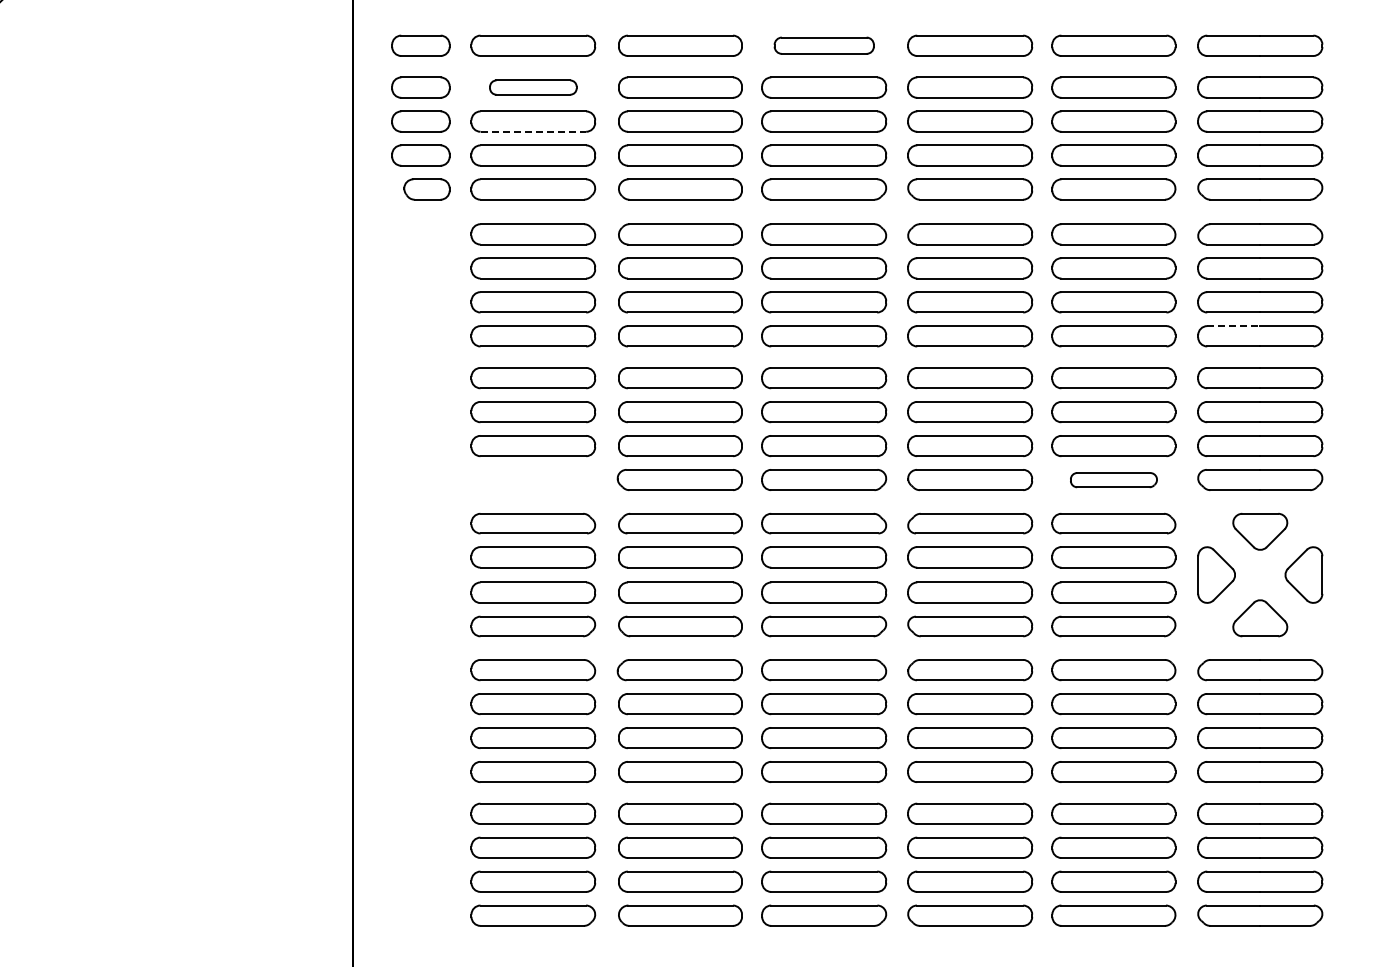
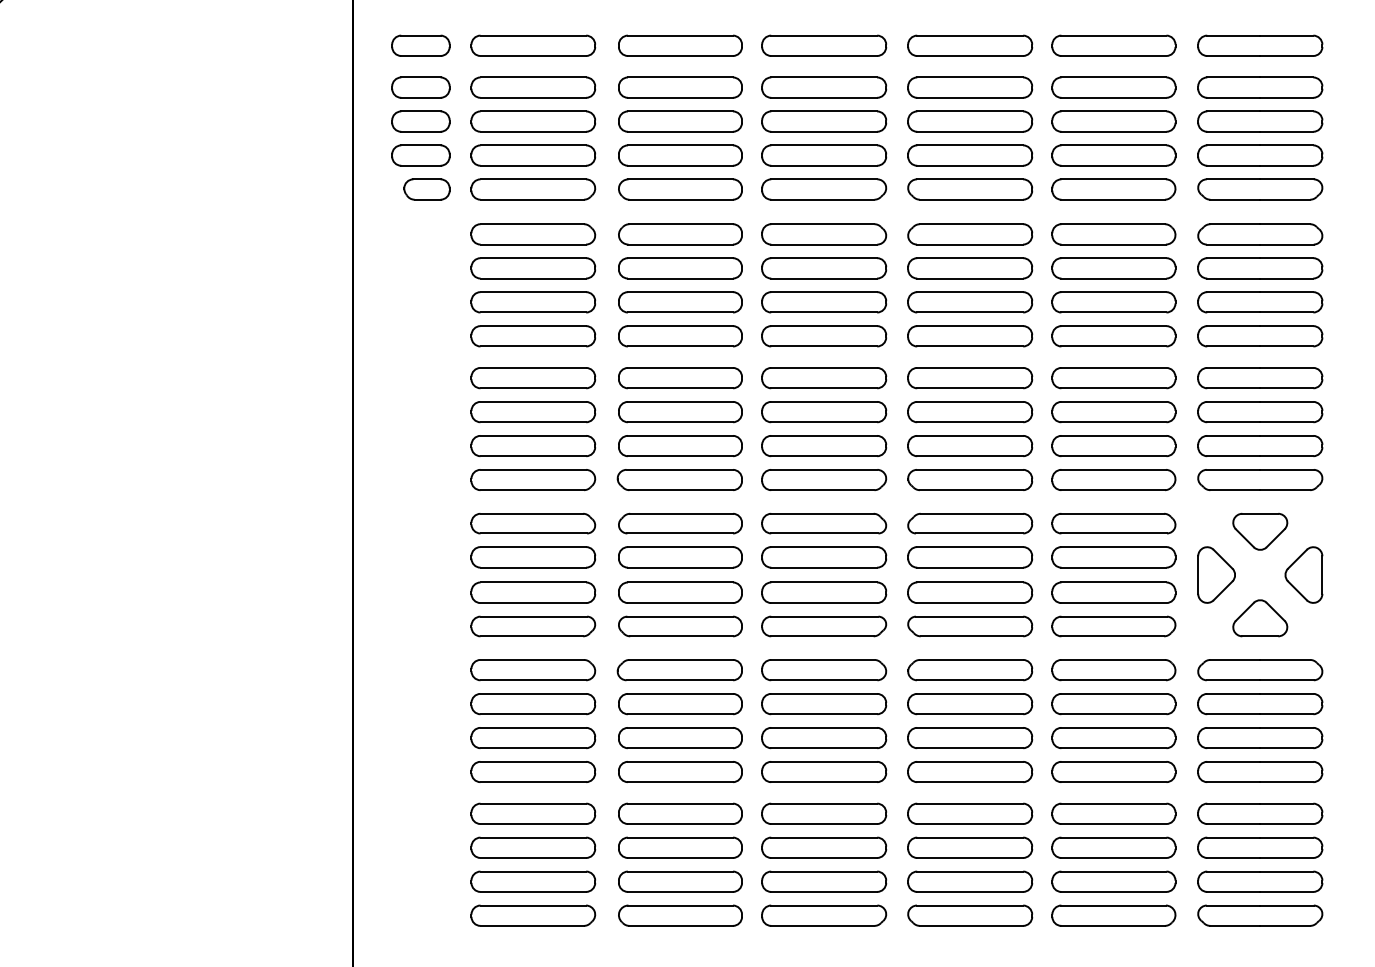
part at (823, 45) size: 102x19 px -> 127x23 px
part at (533, 87) size: 89x17 px -> 127x23 px
line at (533, 131): dashed -> solid
line at (1233, 326): dashed -> solid
part at (533, 480): none -> present
part at (1113, 480) size: 88x17 px -> 126x23 px
